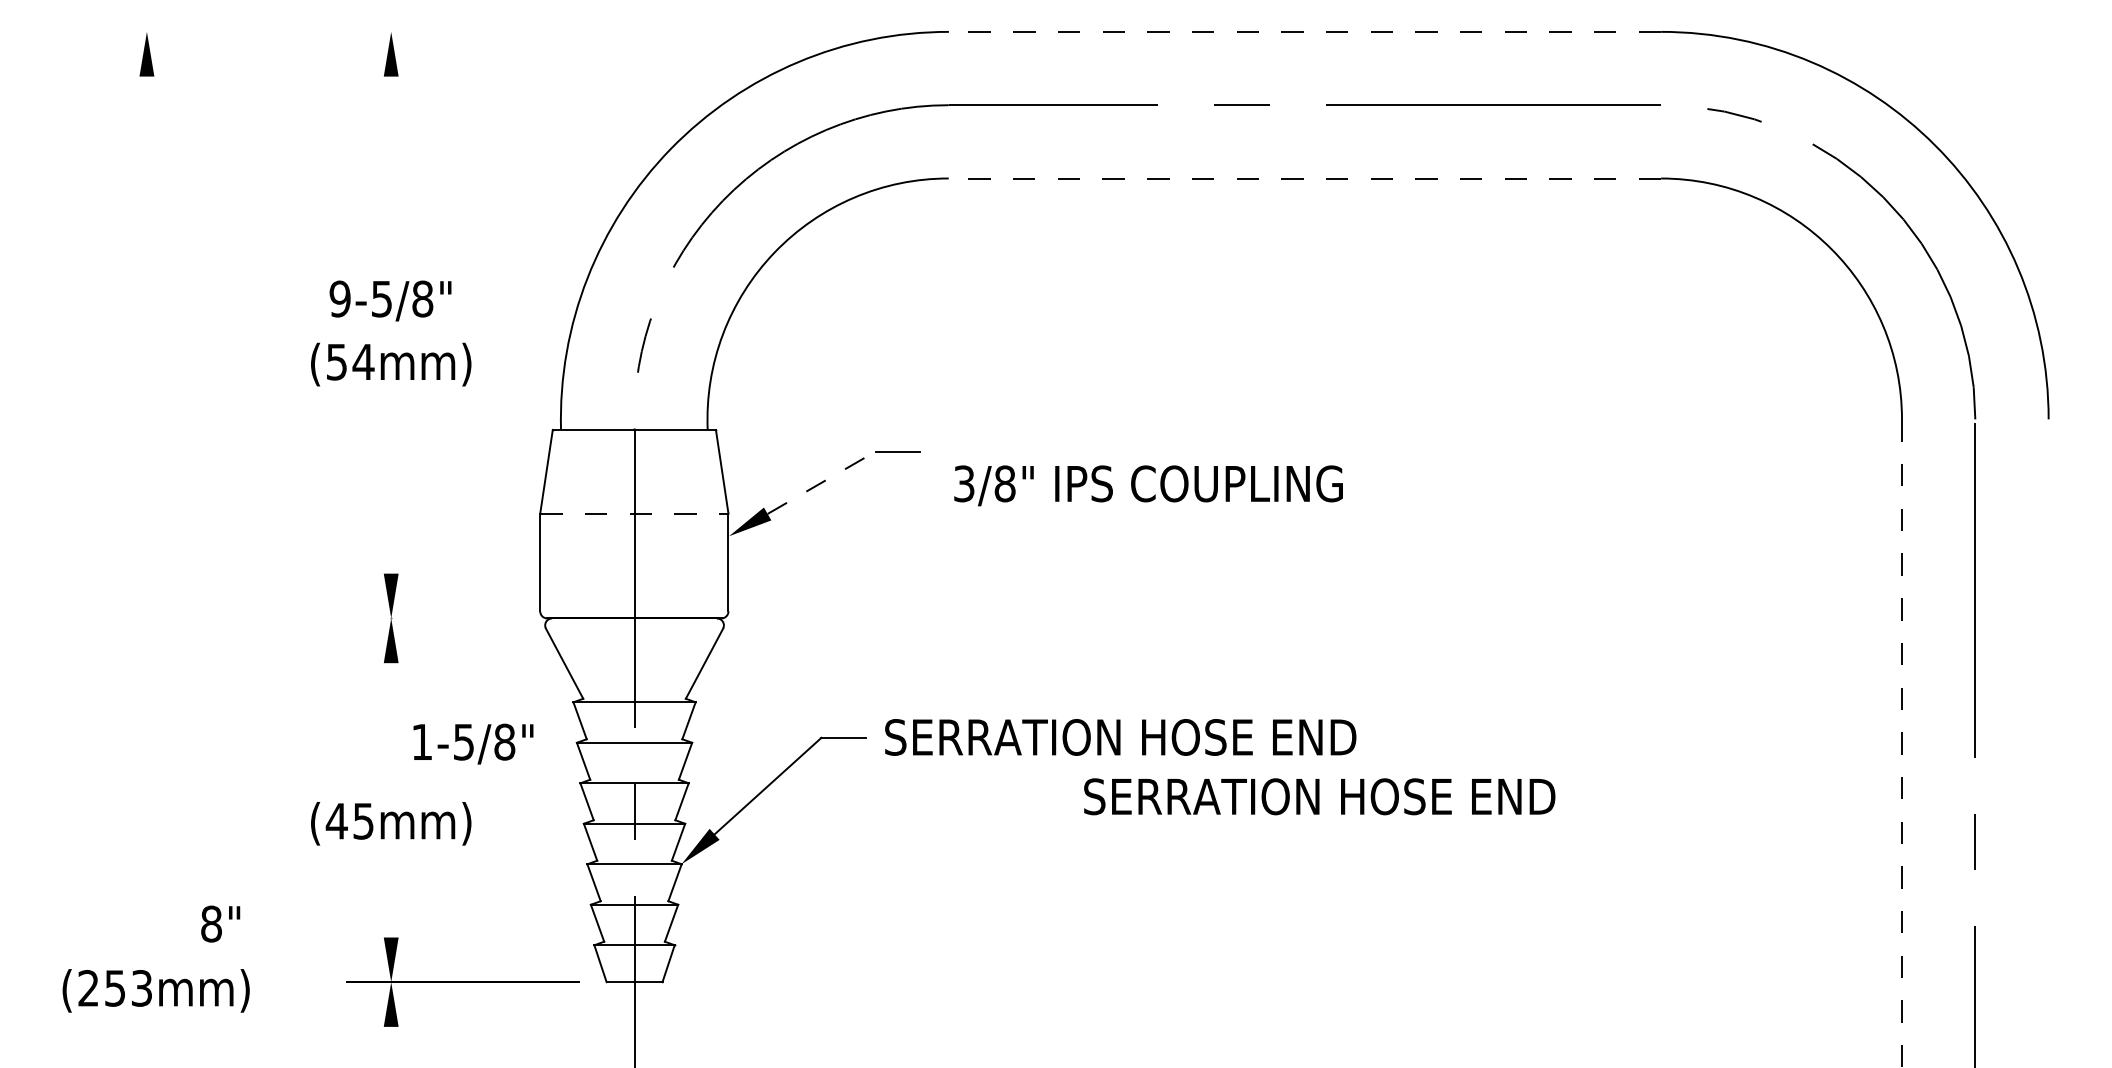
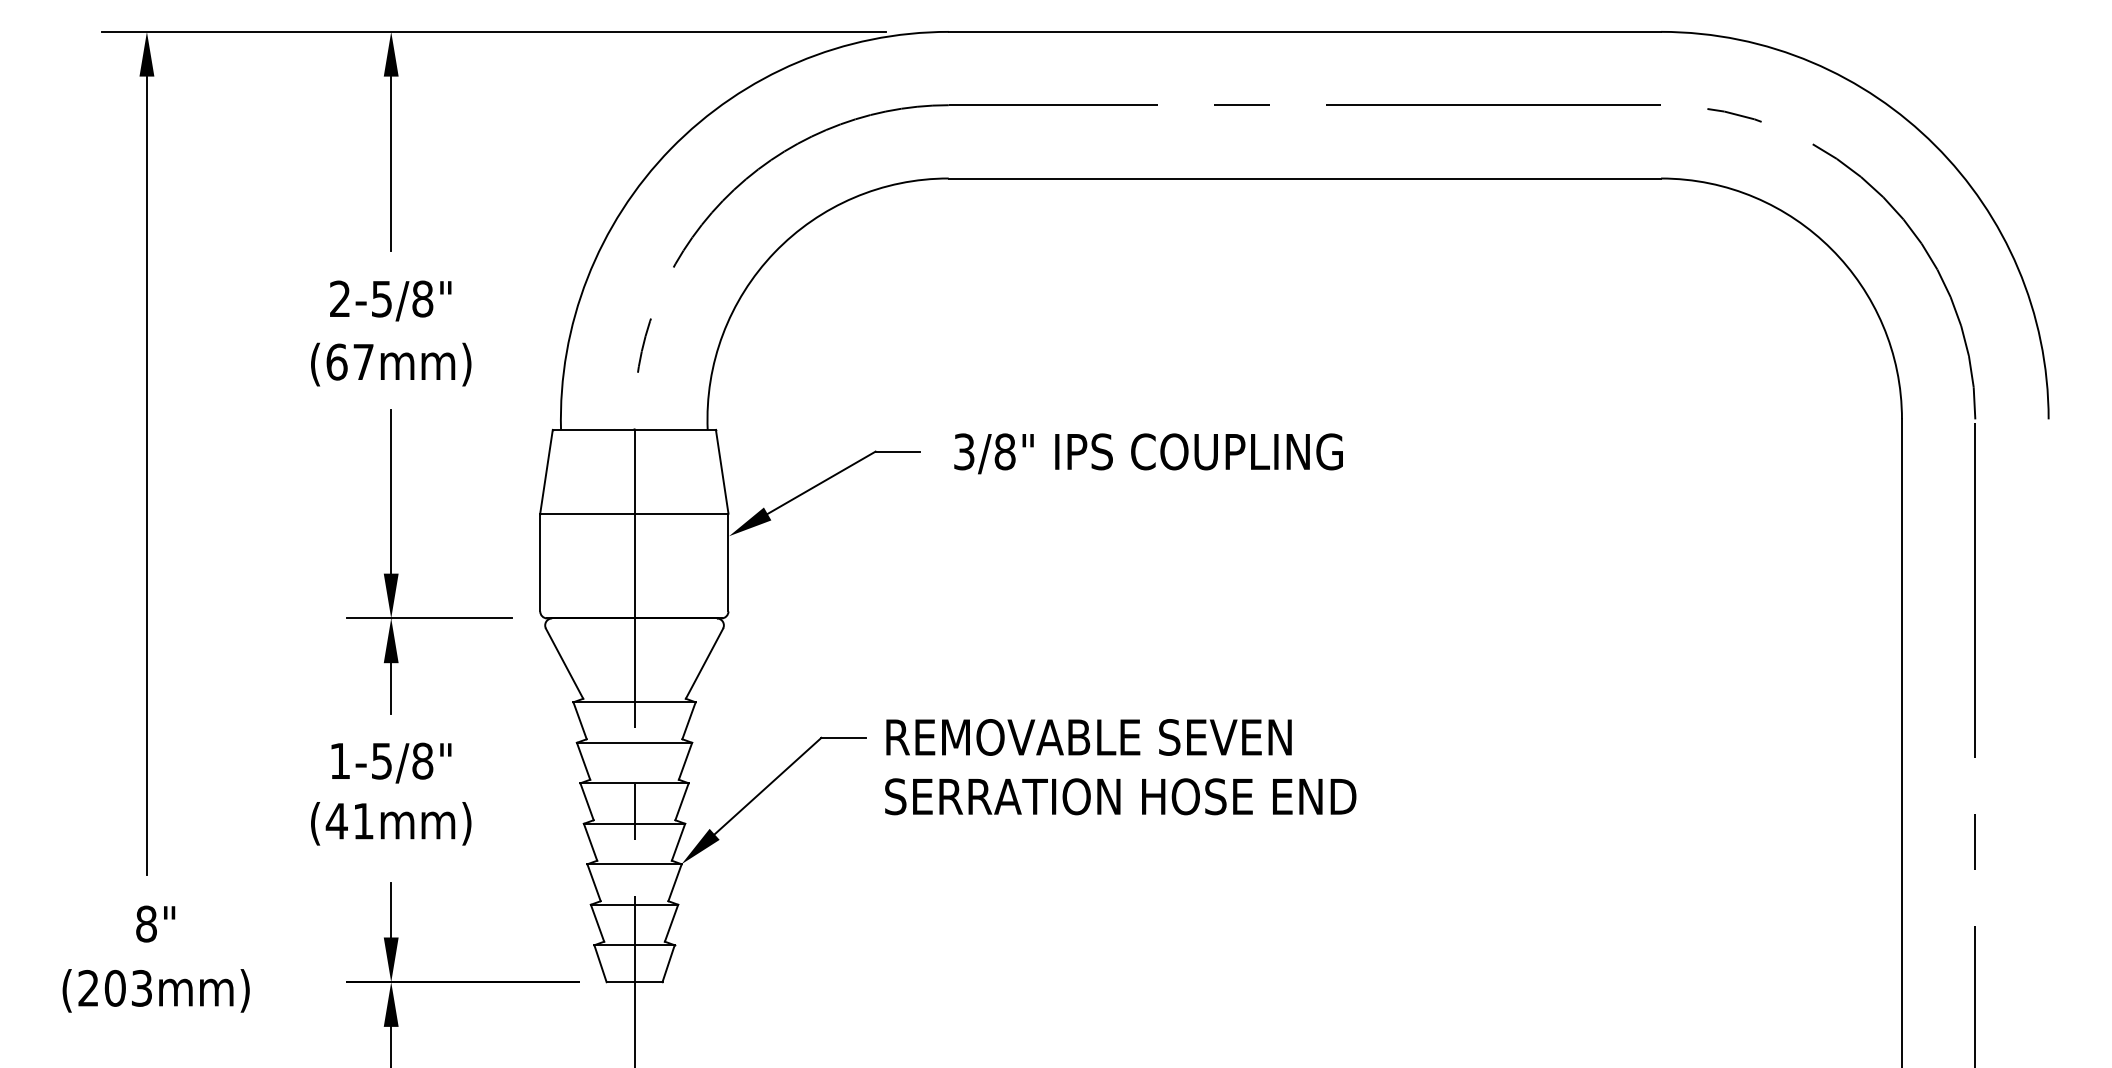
line at (494, 31): none -> present
line at (1304, 31): dashed -> solid
line at (391, 163): none -> present
line at (1304, 178): dashed -> solid
text at (339, 298): 9-5/8" -> 2-5/8"
text at (350, 361): (54mm) -> (67mm)
line at (146, 475): none -> present
line at (822, 482): dashed -> solid
text at (1148, 485) position: (1148, 485) -> (1148, 453)
line at (391, 491): none -> present
line at (634, 513): dashed -> solid
line at (429, 618): none -> present
line at (391, 688): none -> present
text at (1120, 737): SERRATION HOSE END -> REMOVABLE SEVEN
text at (473, 743) position: (473, 743) -> (391, 762)
line at (1901, 743): dashed -> solid
text at (1319, 796) position: (1319, 796) -> (1120, 796)
text at (363, 821): (45mm) -> (41mm)
line at (391, 909): none -> present
text at (220, 923) position: (220, 923) -> (155, 923)
text at (114, 987): (253mm) -> (203mm)
line at (391, 1045): none -> present
